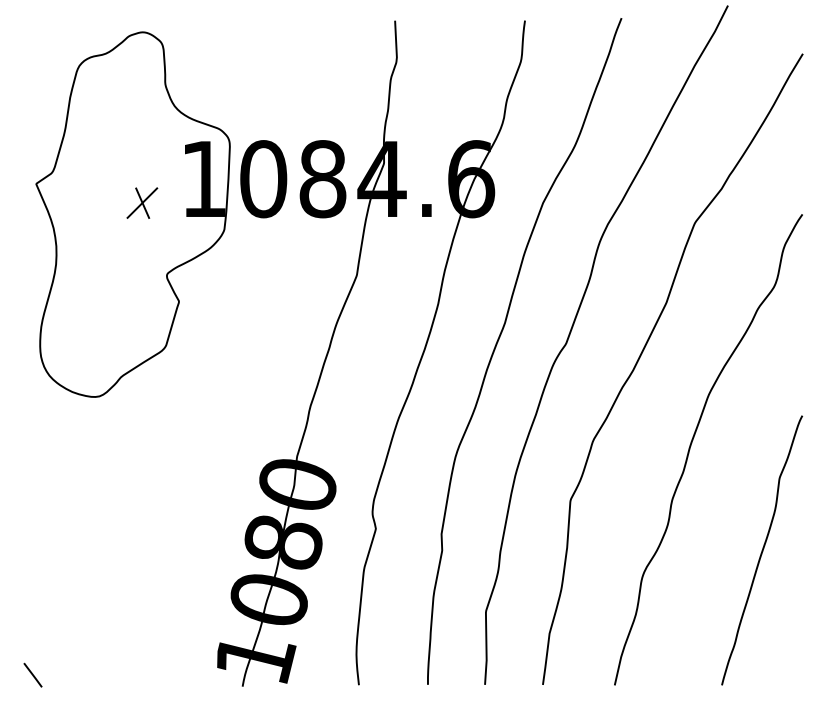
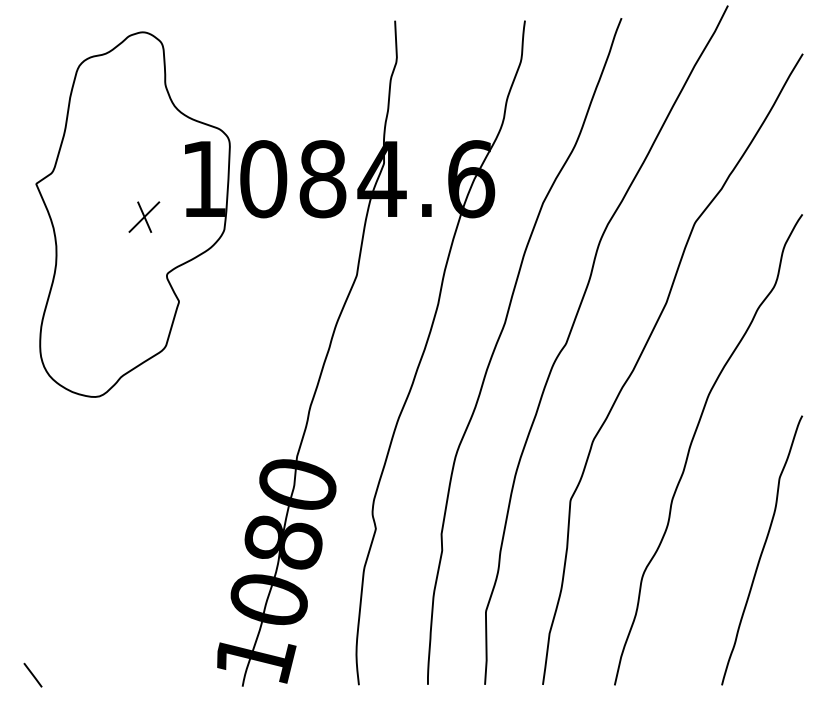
part at (142, 202) position: (142, 202) -> (144, 216)
